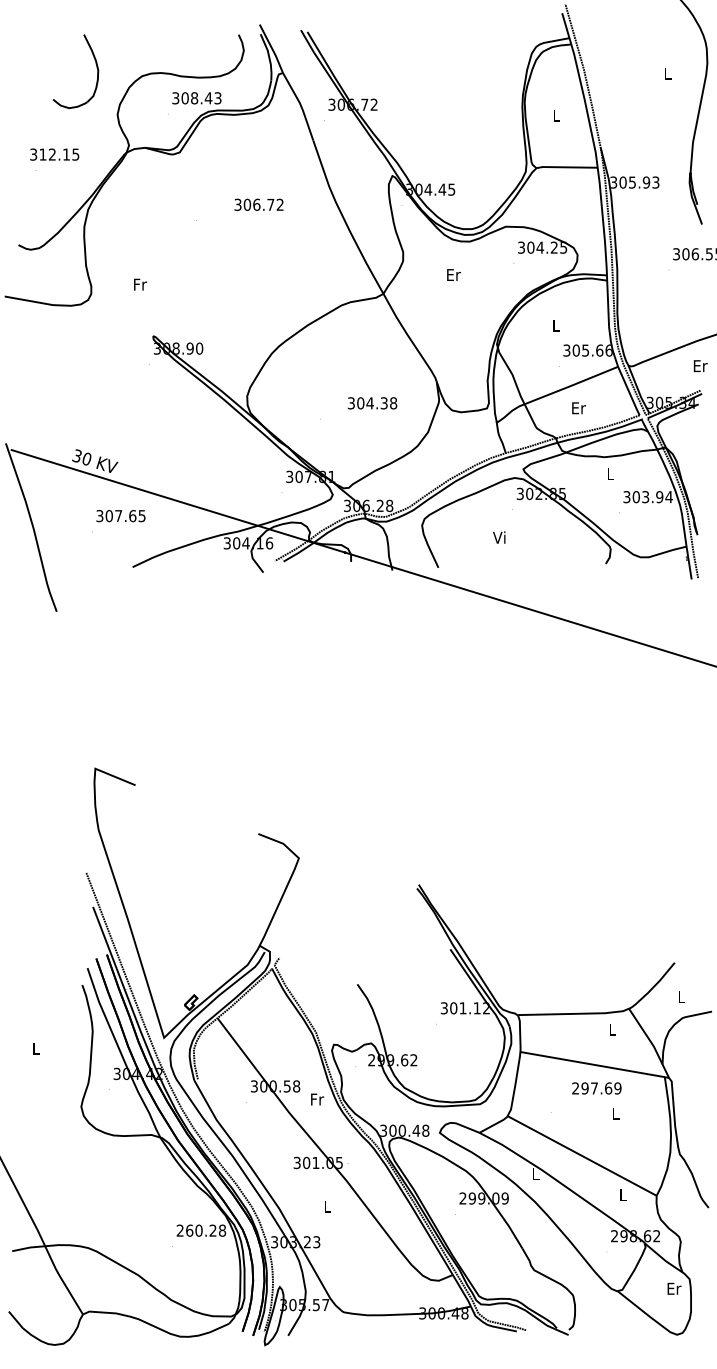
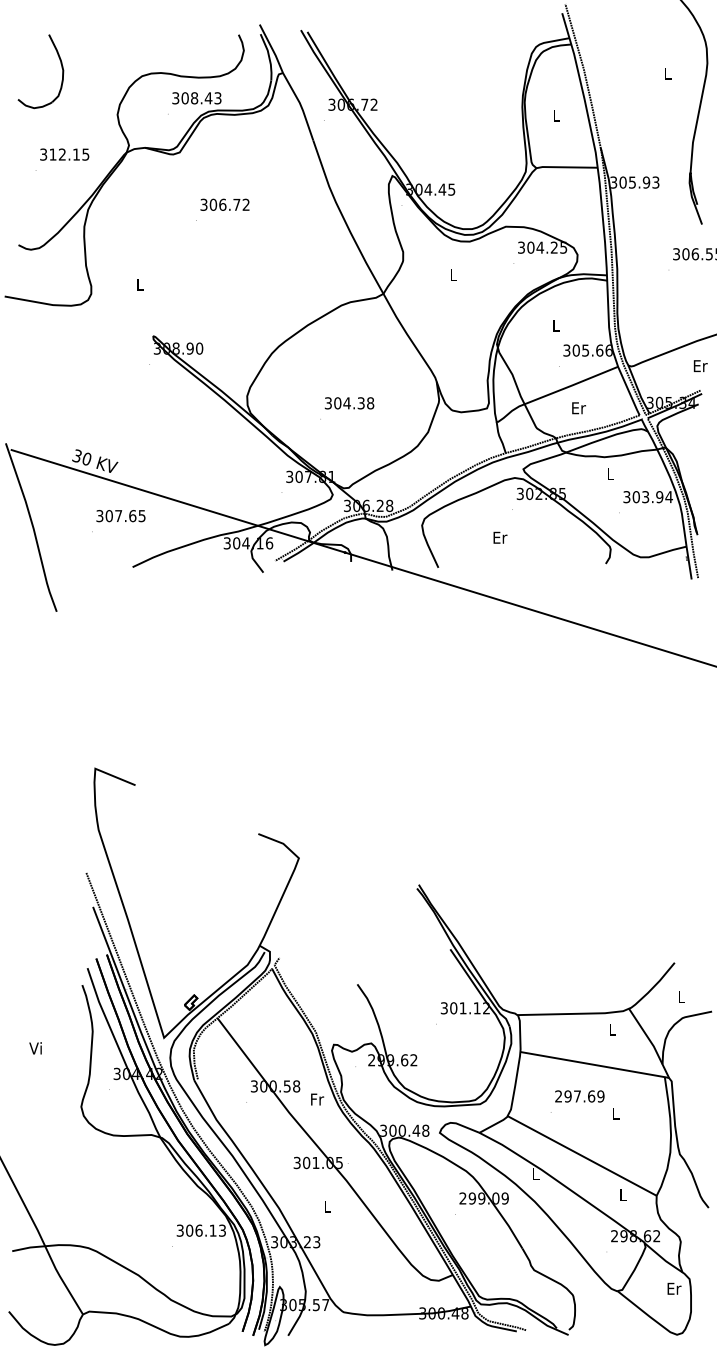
part at (95, 64) position: (95, 64) -> (60, 64)
text at (54, 154) position: (54, 154) -> (64, 154)
text at (258, 204) position: (258, 204) -> (224, 204)
text at (453, 274): Er -> L
text at (140, 284): Fr -> L
text at (372, 403) position: (372, 403) -> (349, 403)
text at (500, 537): Vi -> Er
text at (35, 1048): L -> Vi
text at (596, 1088) position: (596, 1088) -> (579, 1096)
text at (201, 1230): 260.28 -> 306.13
